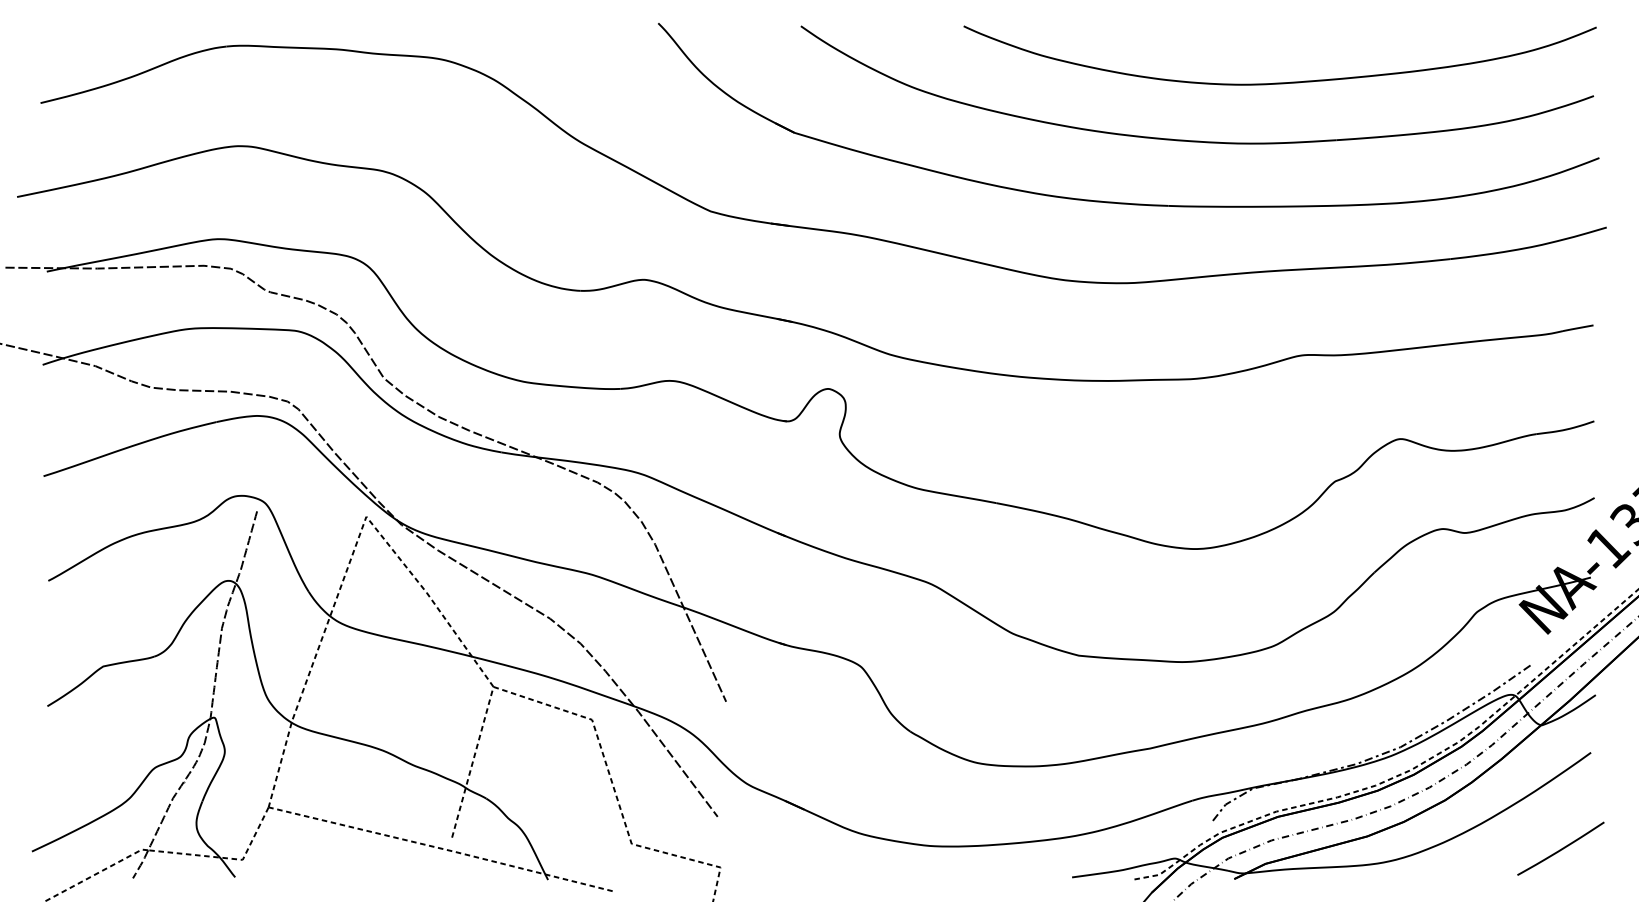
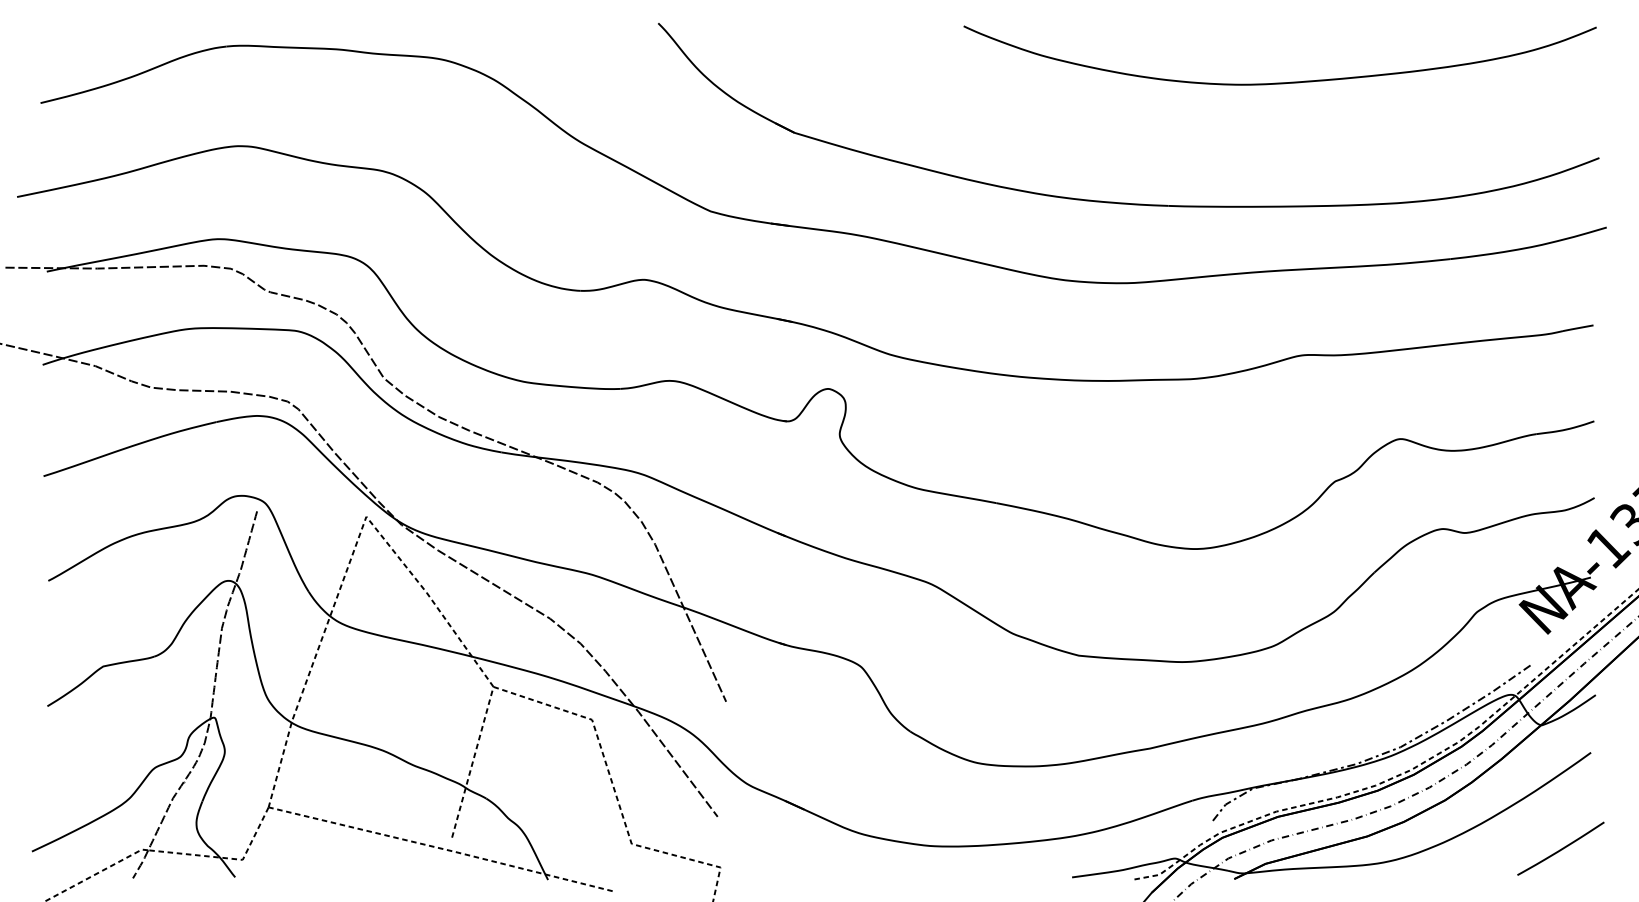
part at (1197, 140): present -> none
